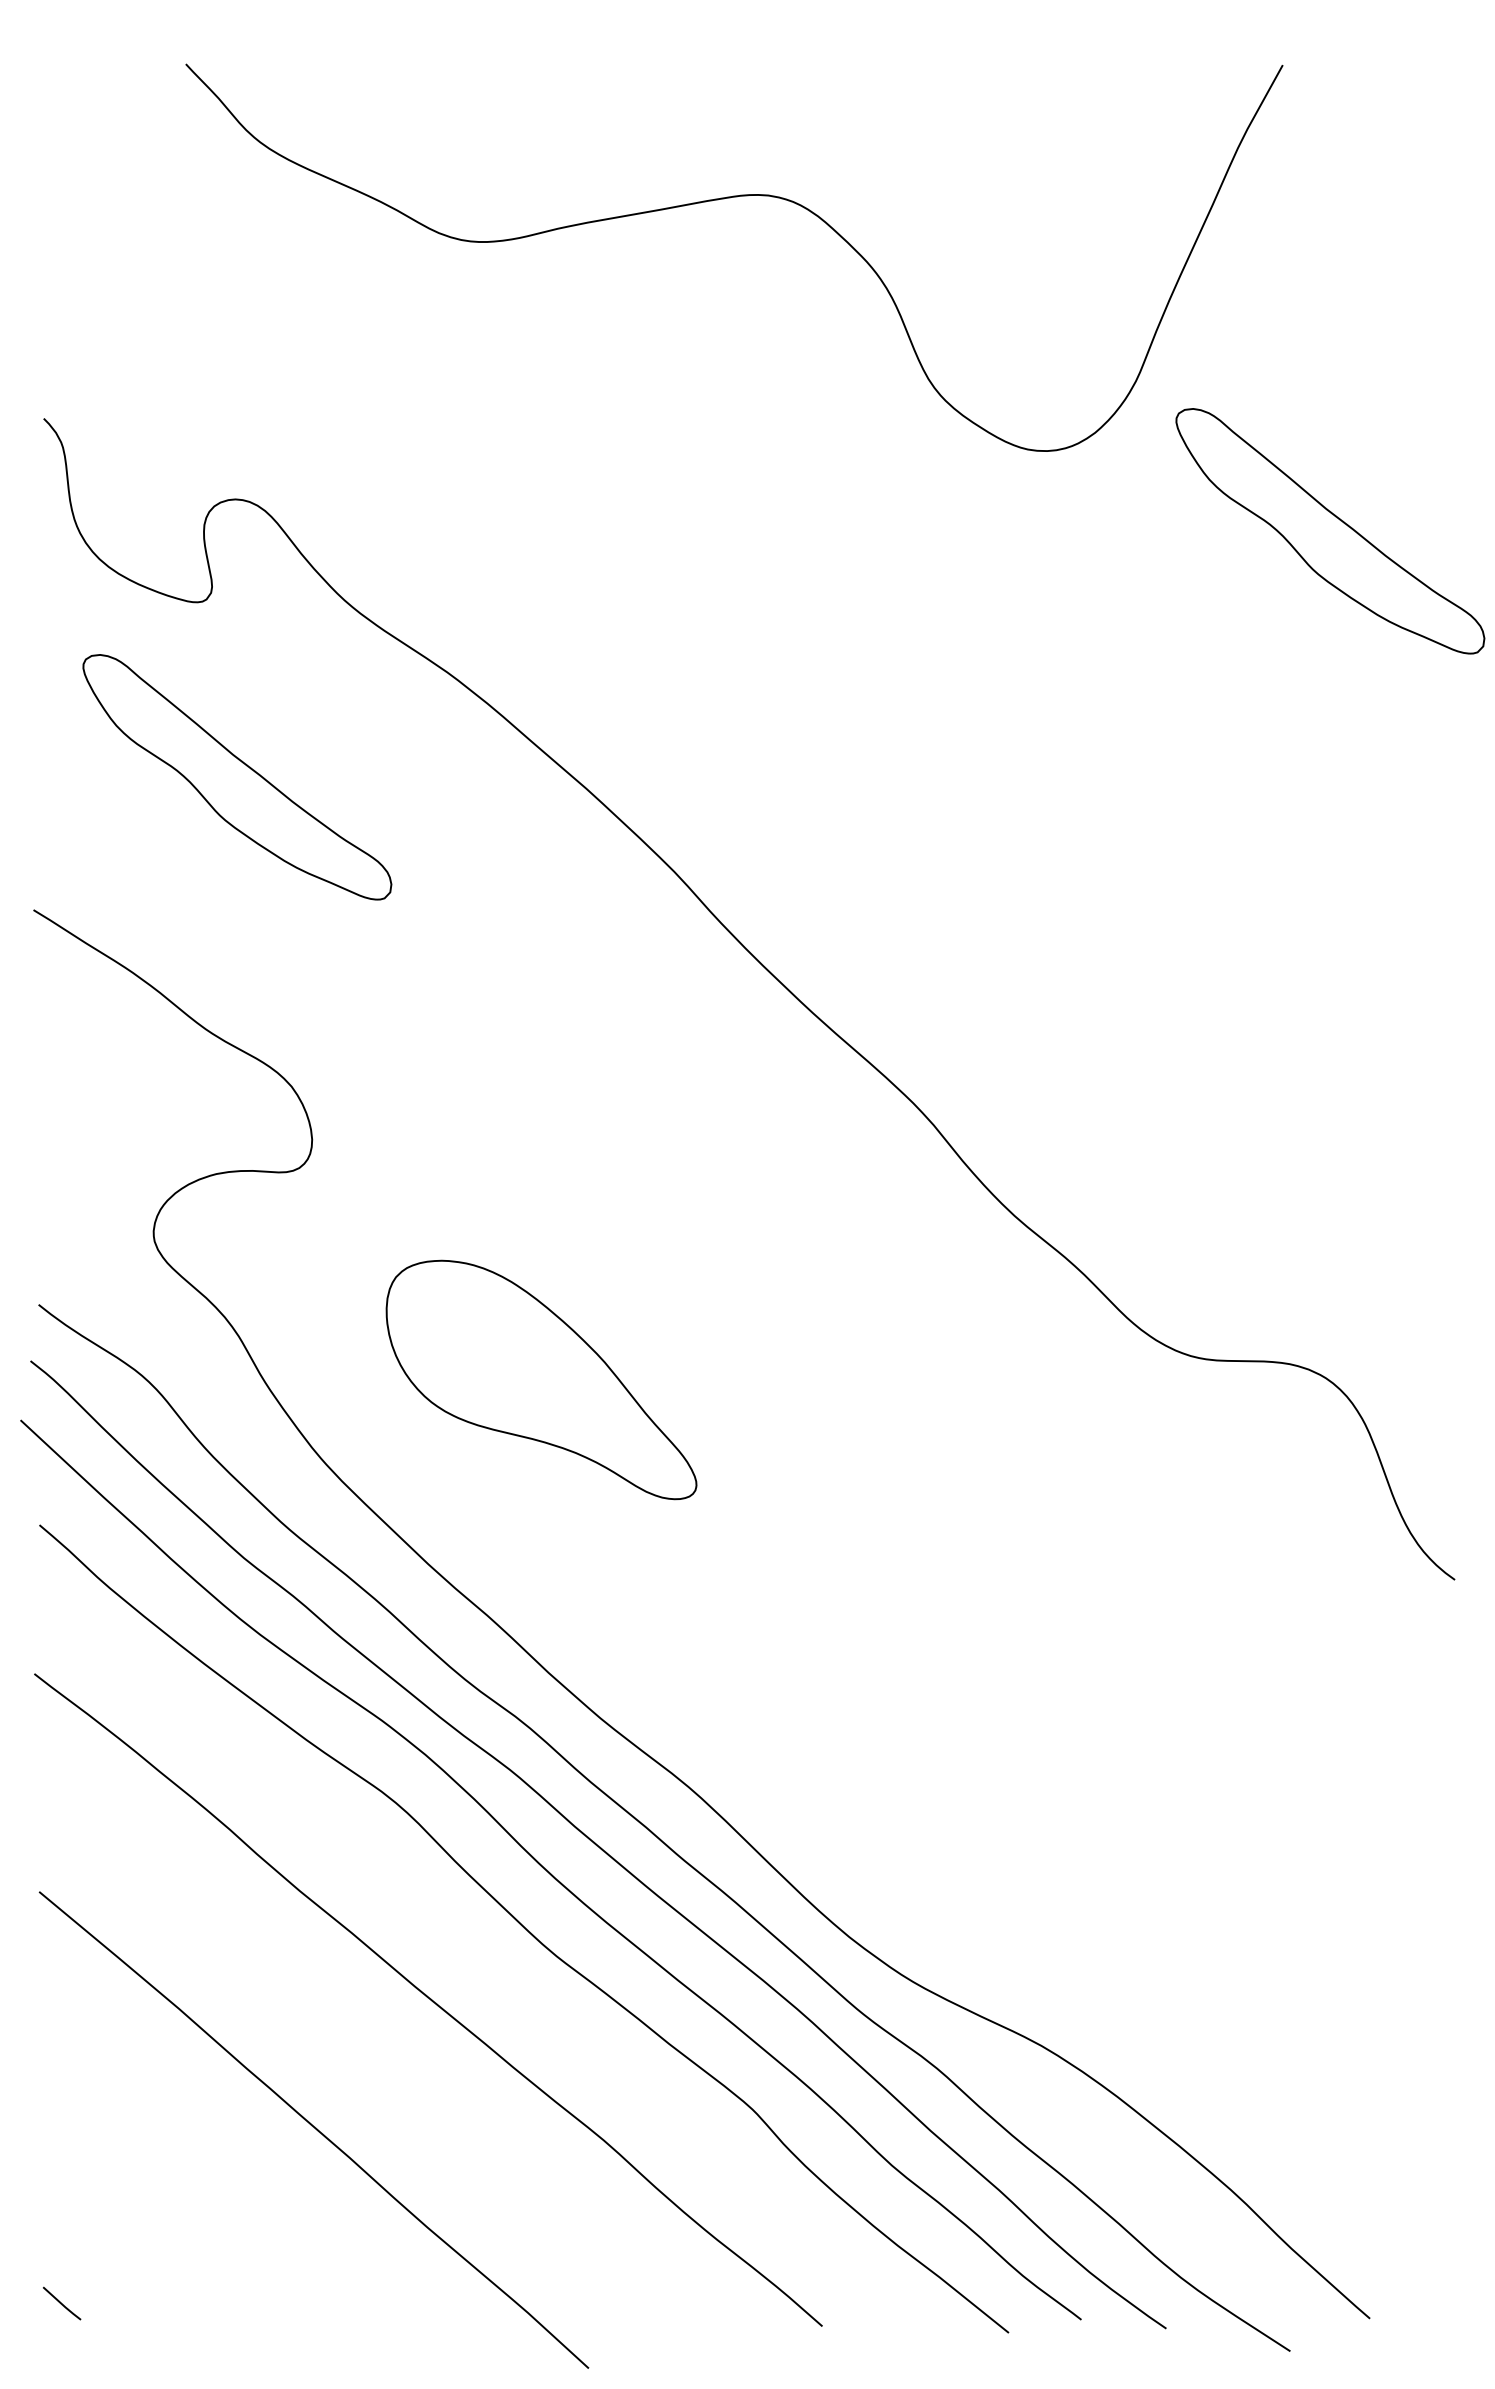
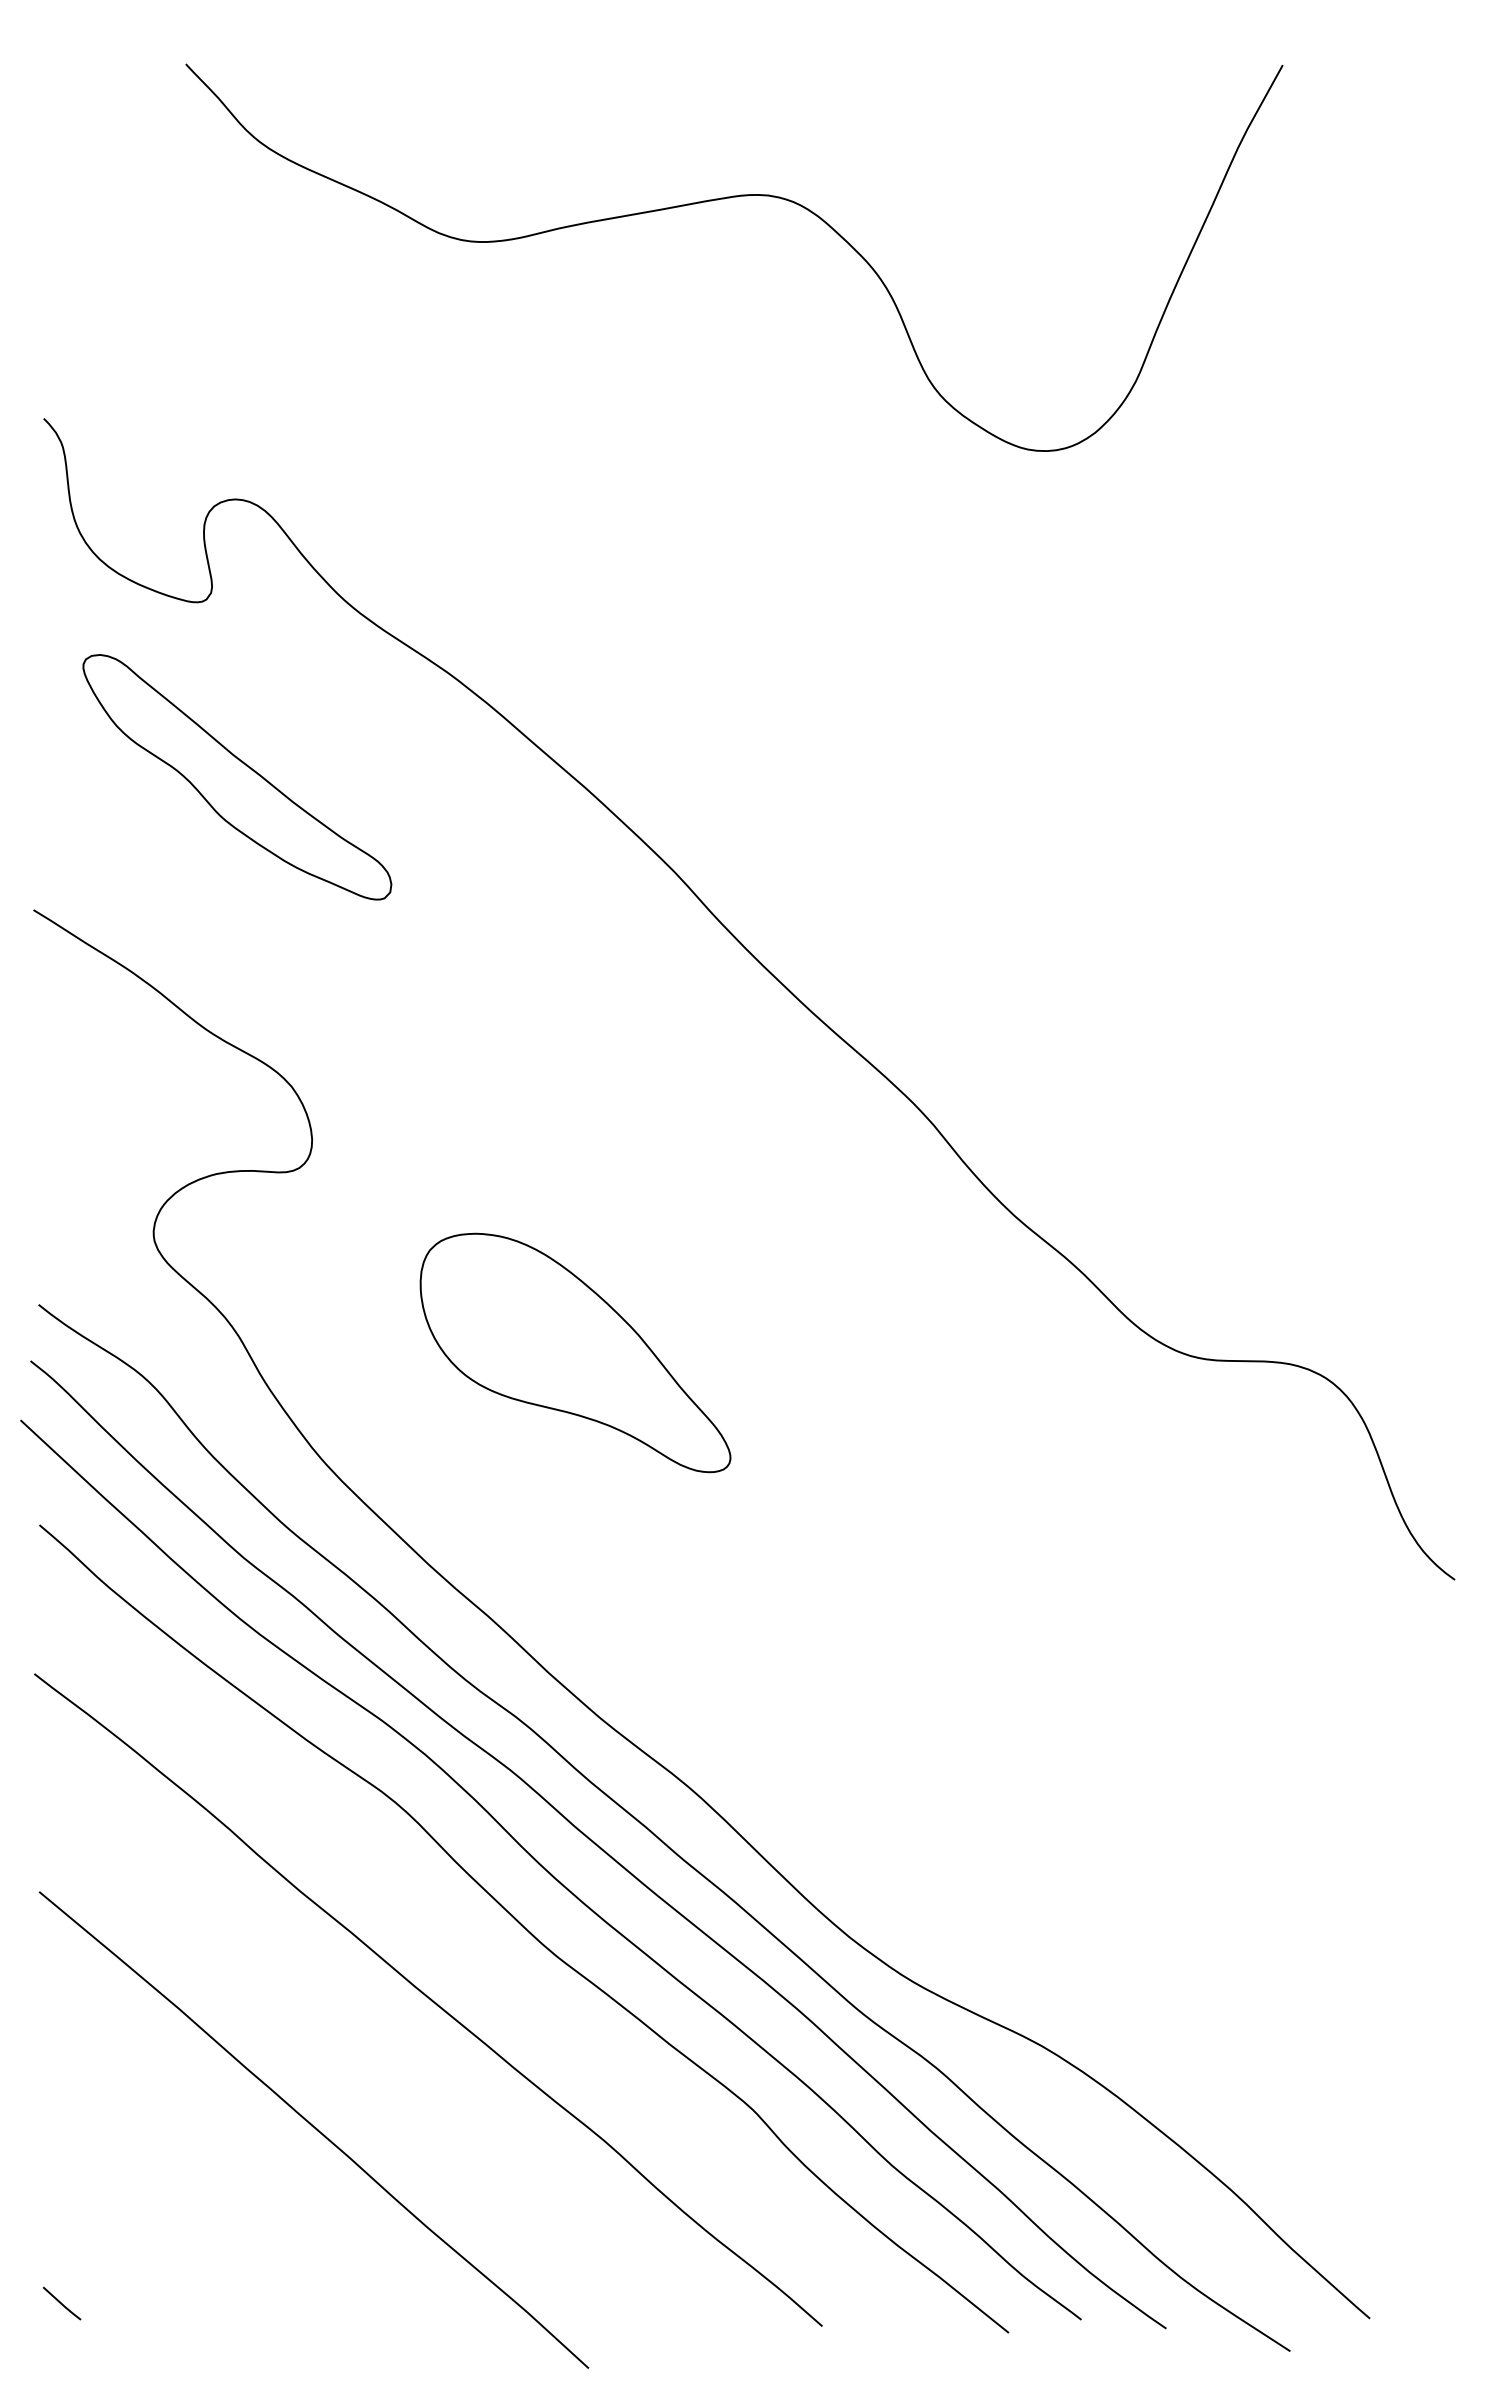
part at (1330, 531): present -> none
part at (541, 1379) position: (541, 1379) -> (575, 1352)
